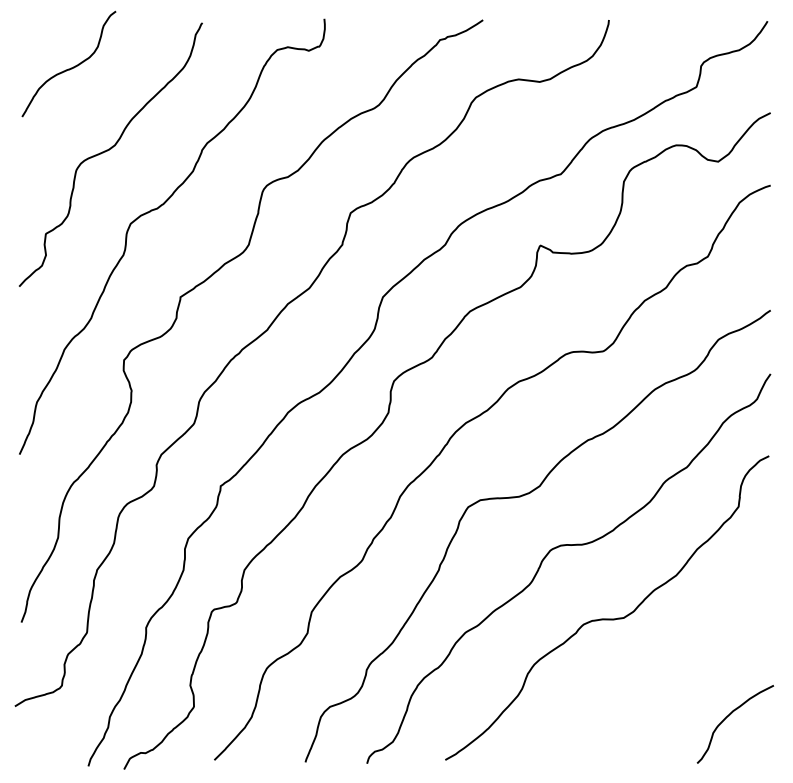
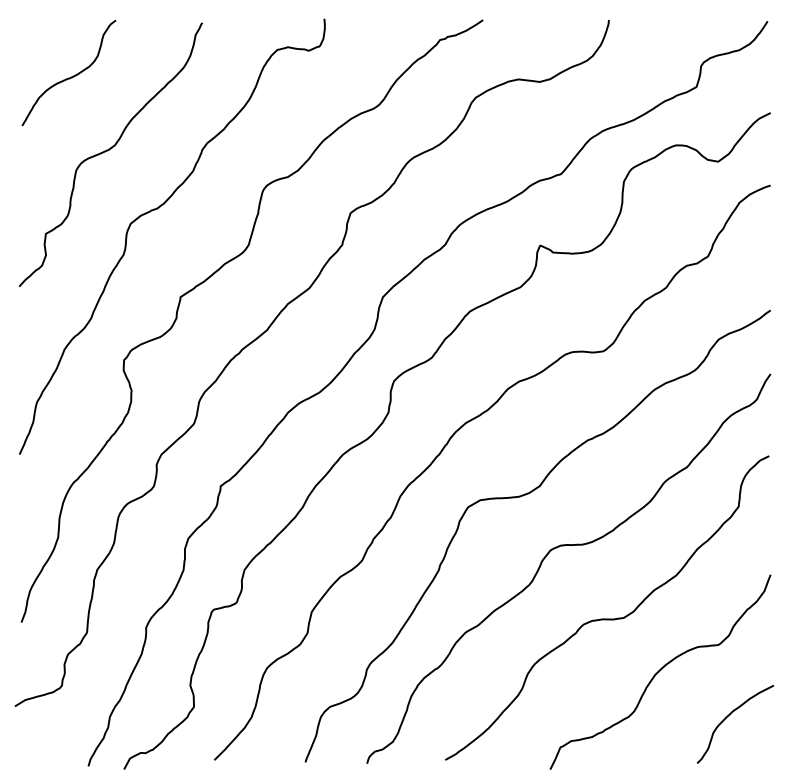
curve at (71, 67) position: (71, 67) -> (71, 76)
curve at (660, 671): none -> present
